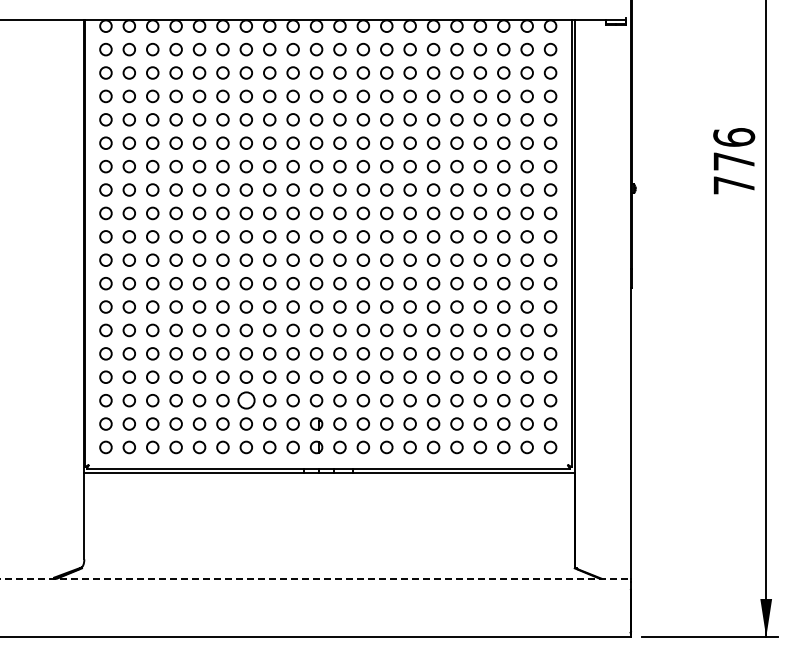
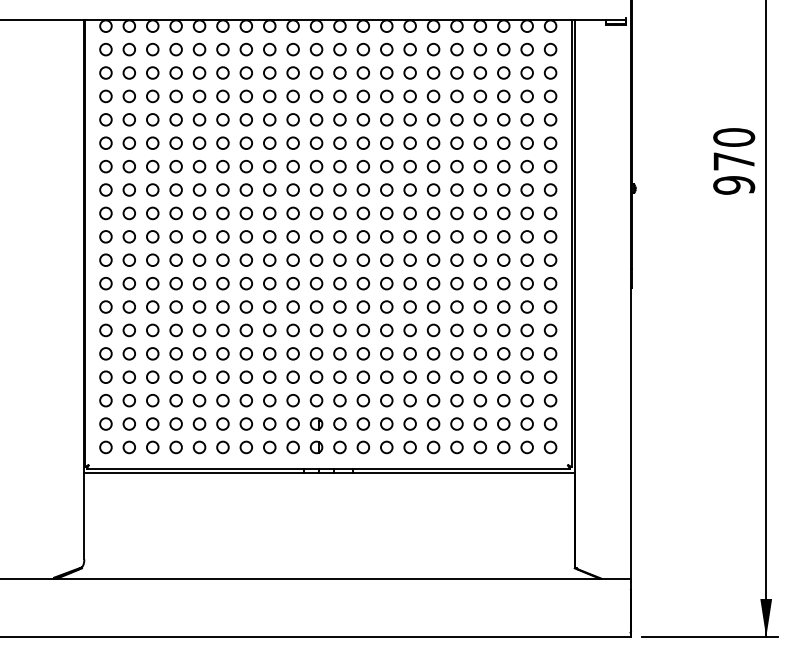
text at (734, 161): 776 -> 970
circle at (246, 400) size: 19x19 px -> 14x14 px
line at (315, 578): dashed -> solid
